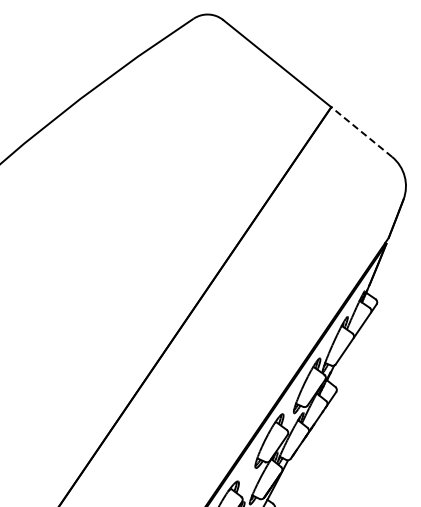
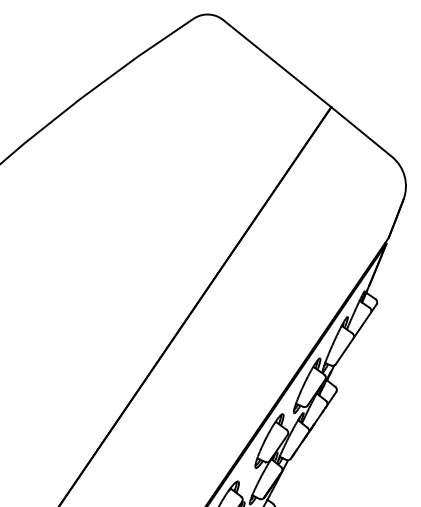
line at (361, 131): dashed -> solid
